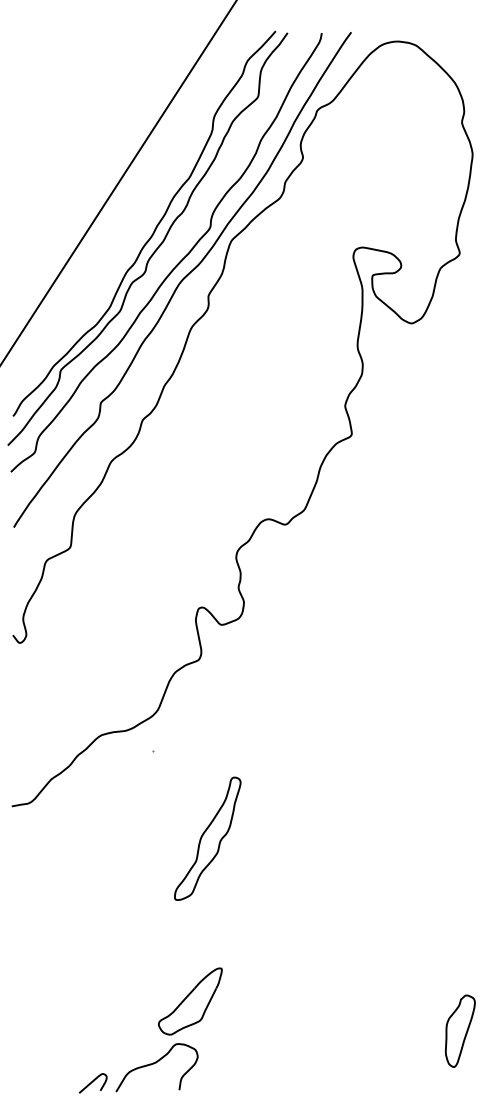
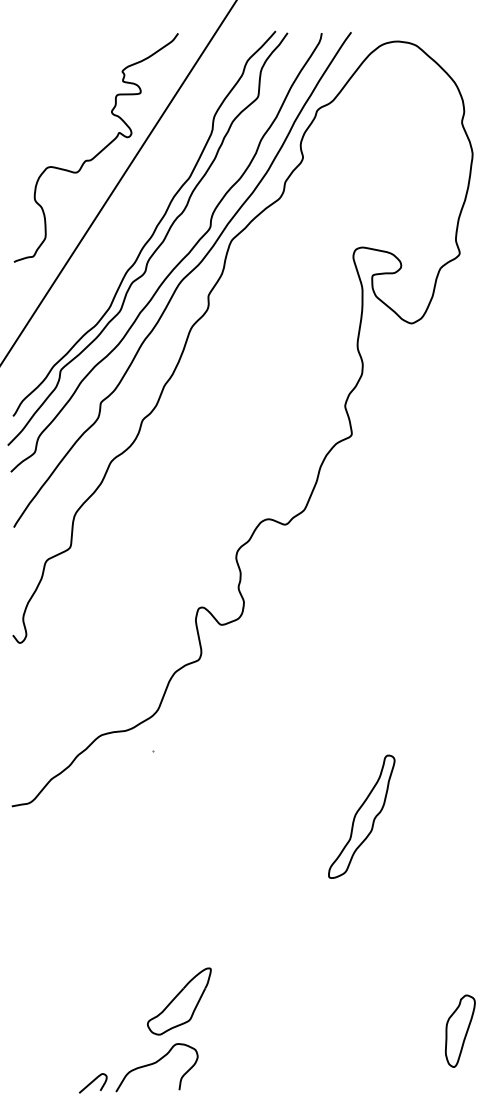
curve at (99, 151): none -> present
part at (207, 838) position: (207, 838) -> (361, 816)
part at (190, 1001) position: (190, 1001) -> (179, 1001)
